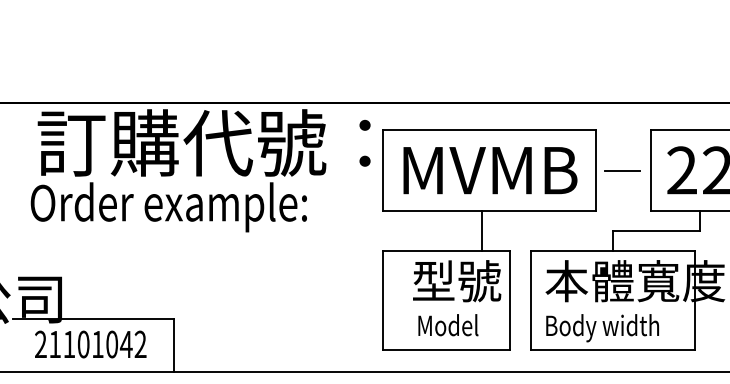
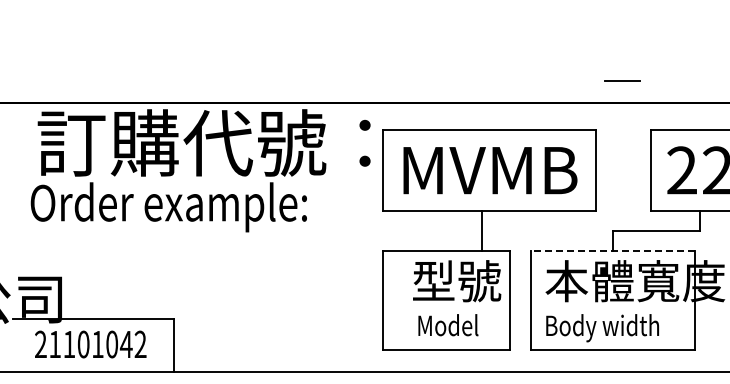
line at (622, 170) position: (622, 170) -> (622, 80)
line at (612, 251): solid -> dashed
